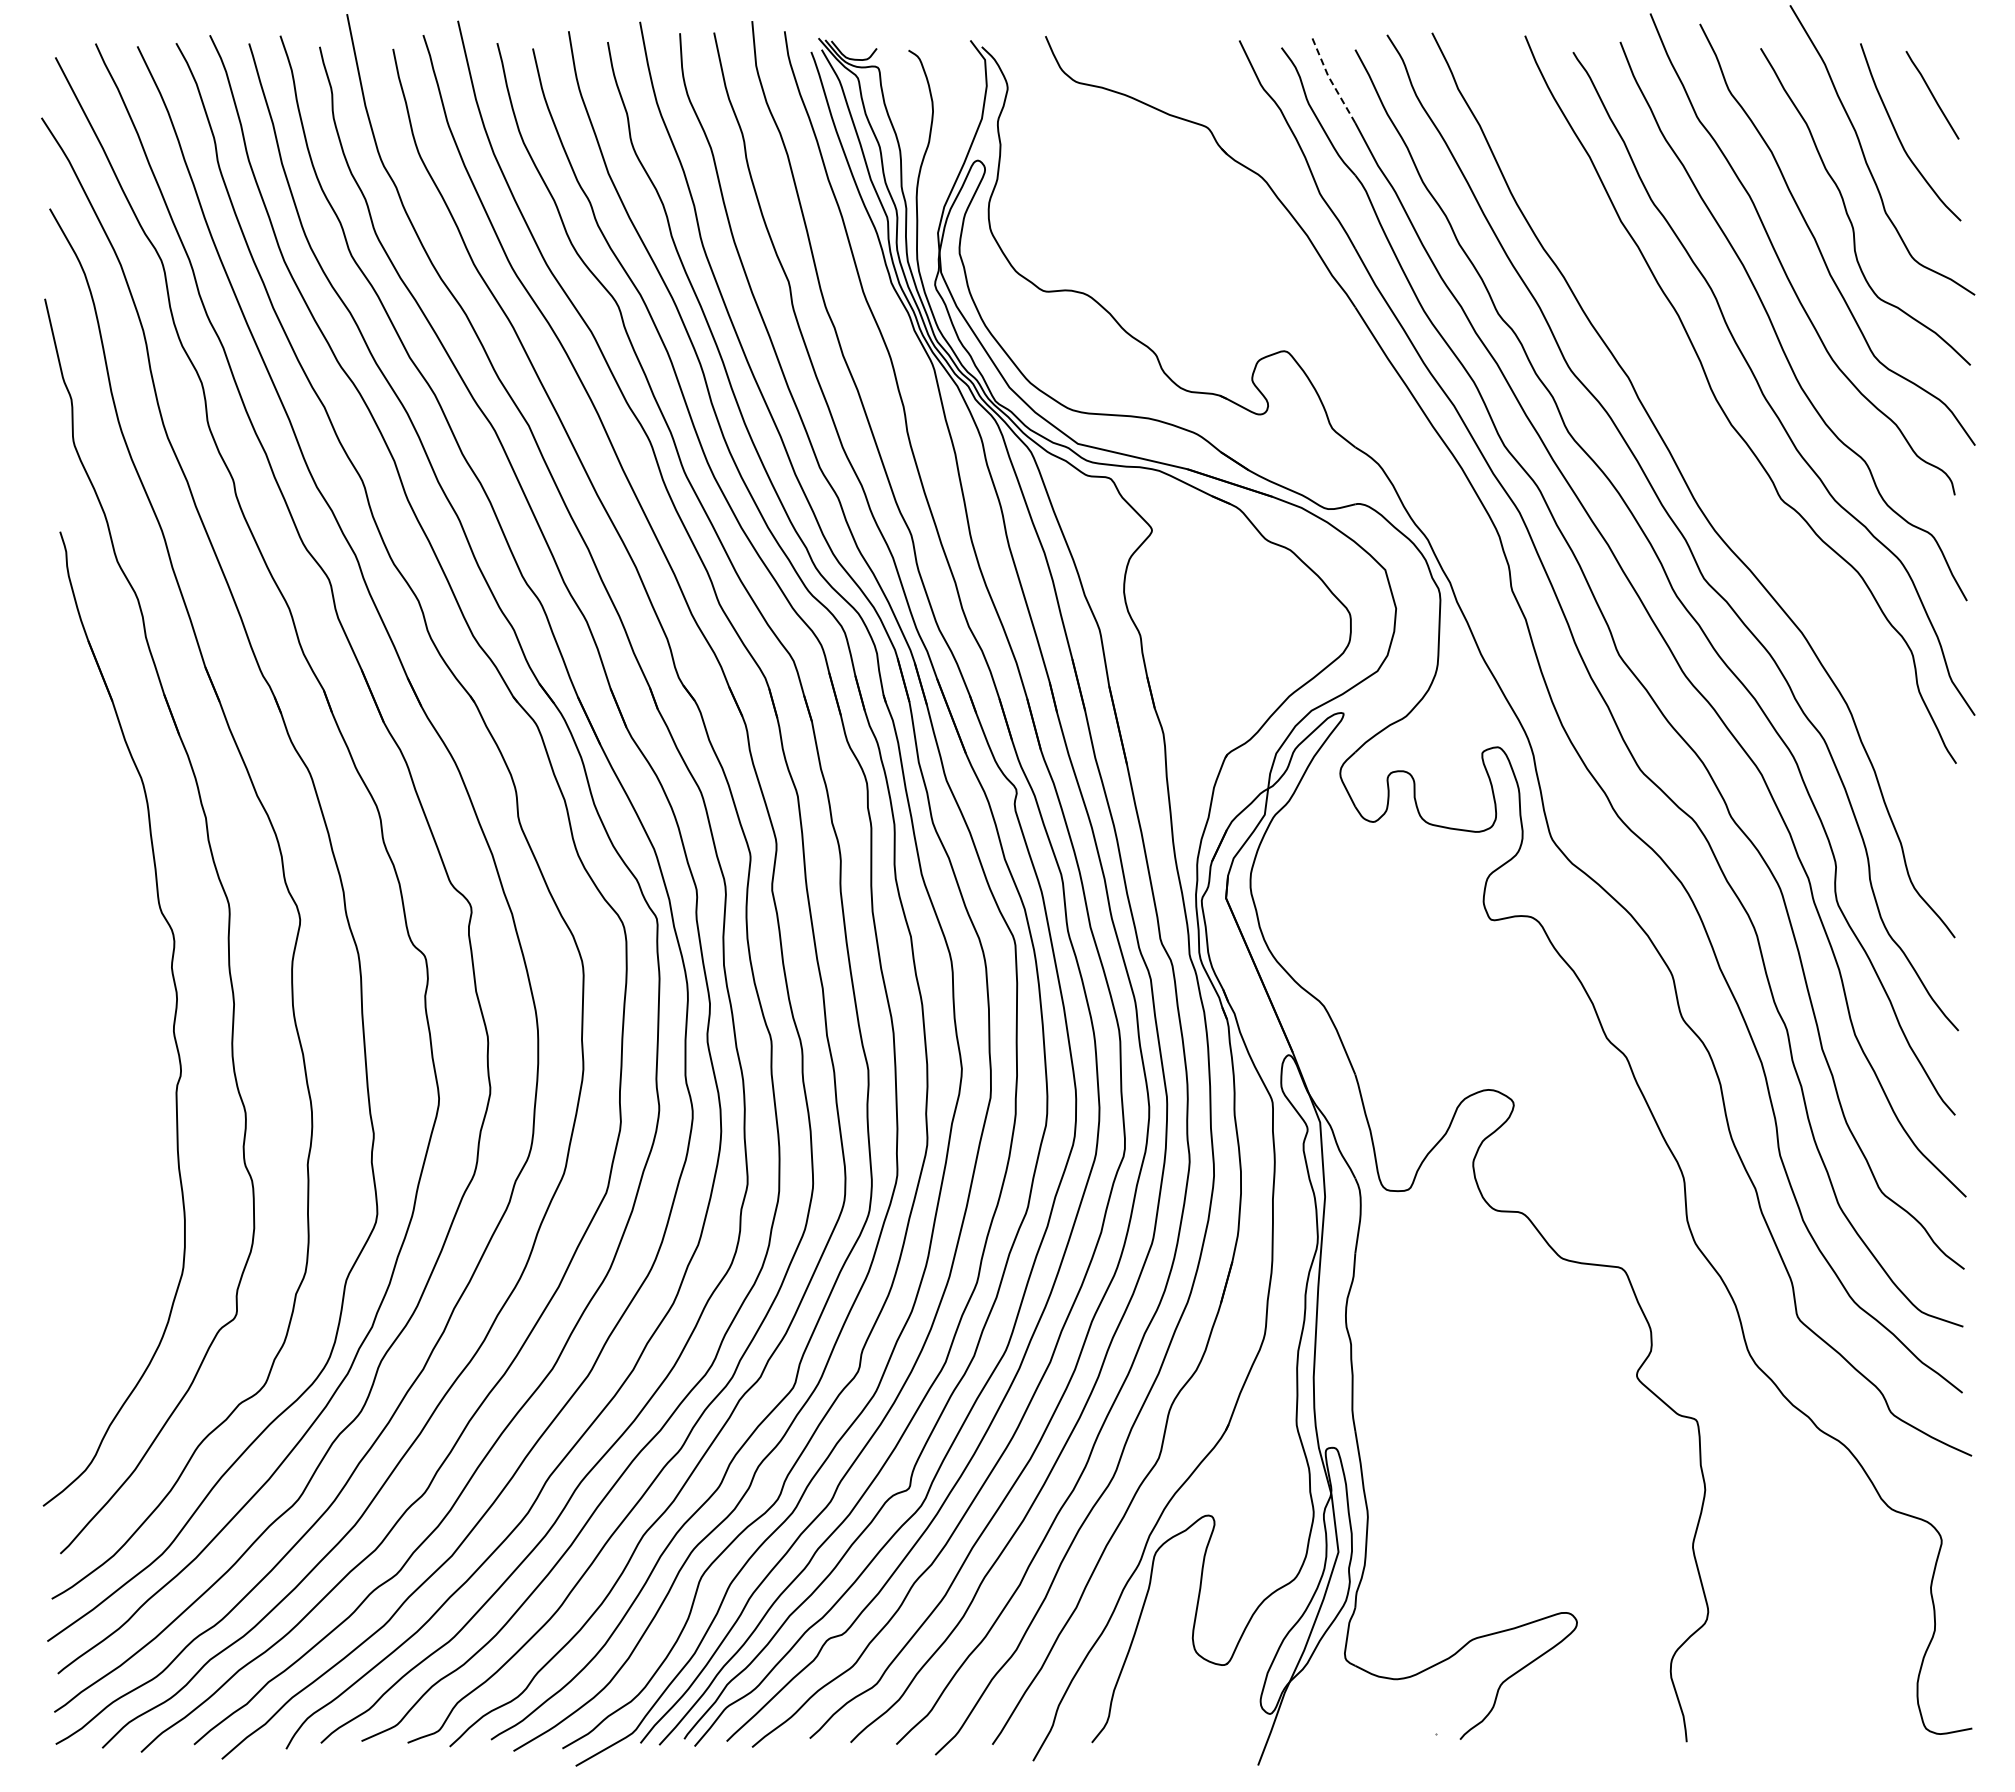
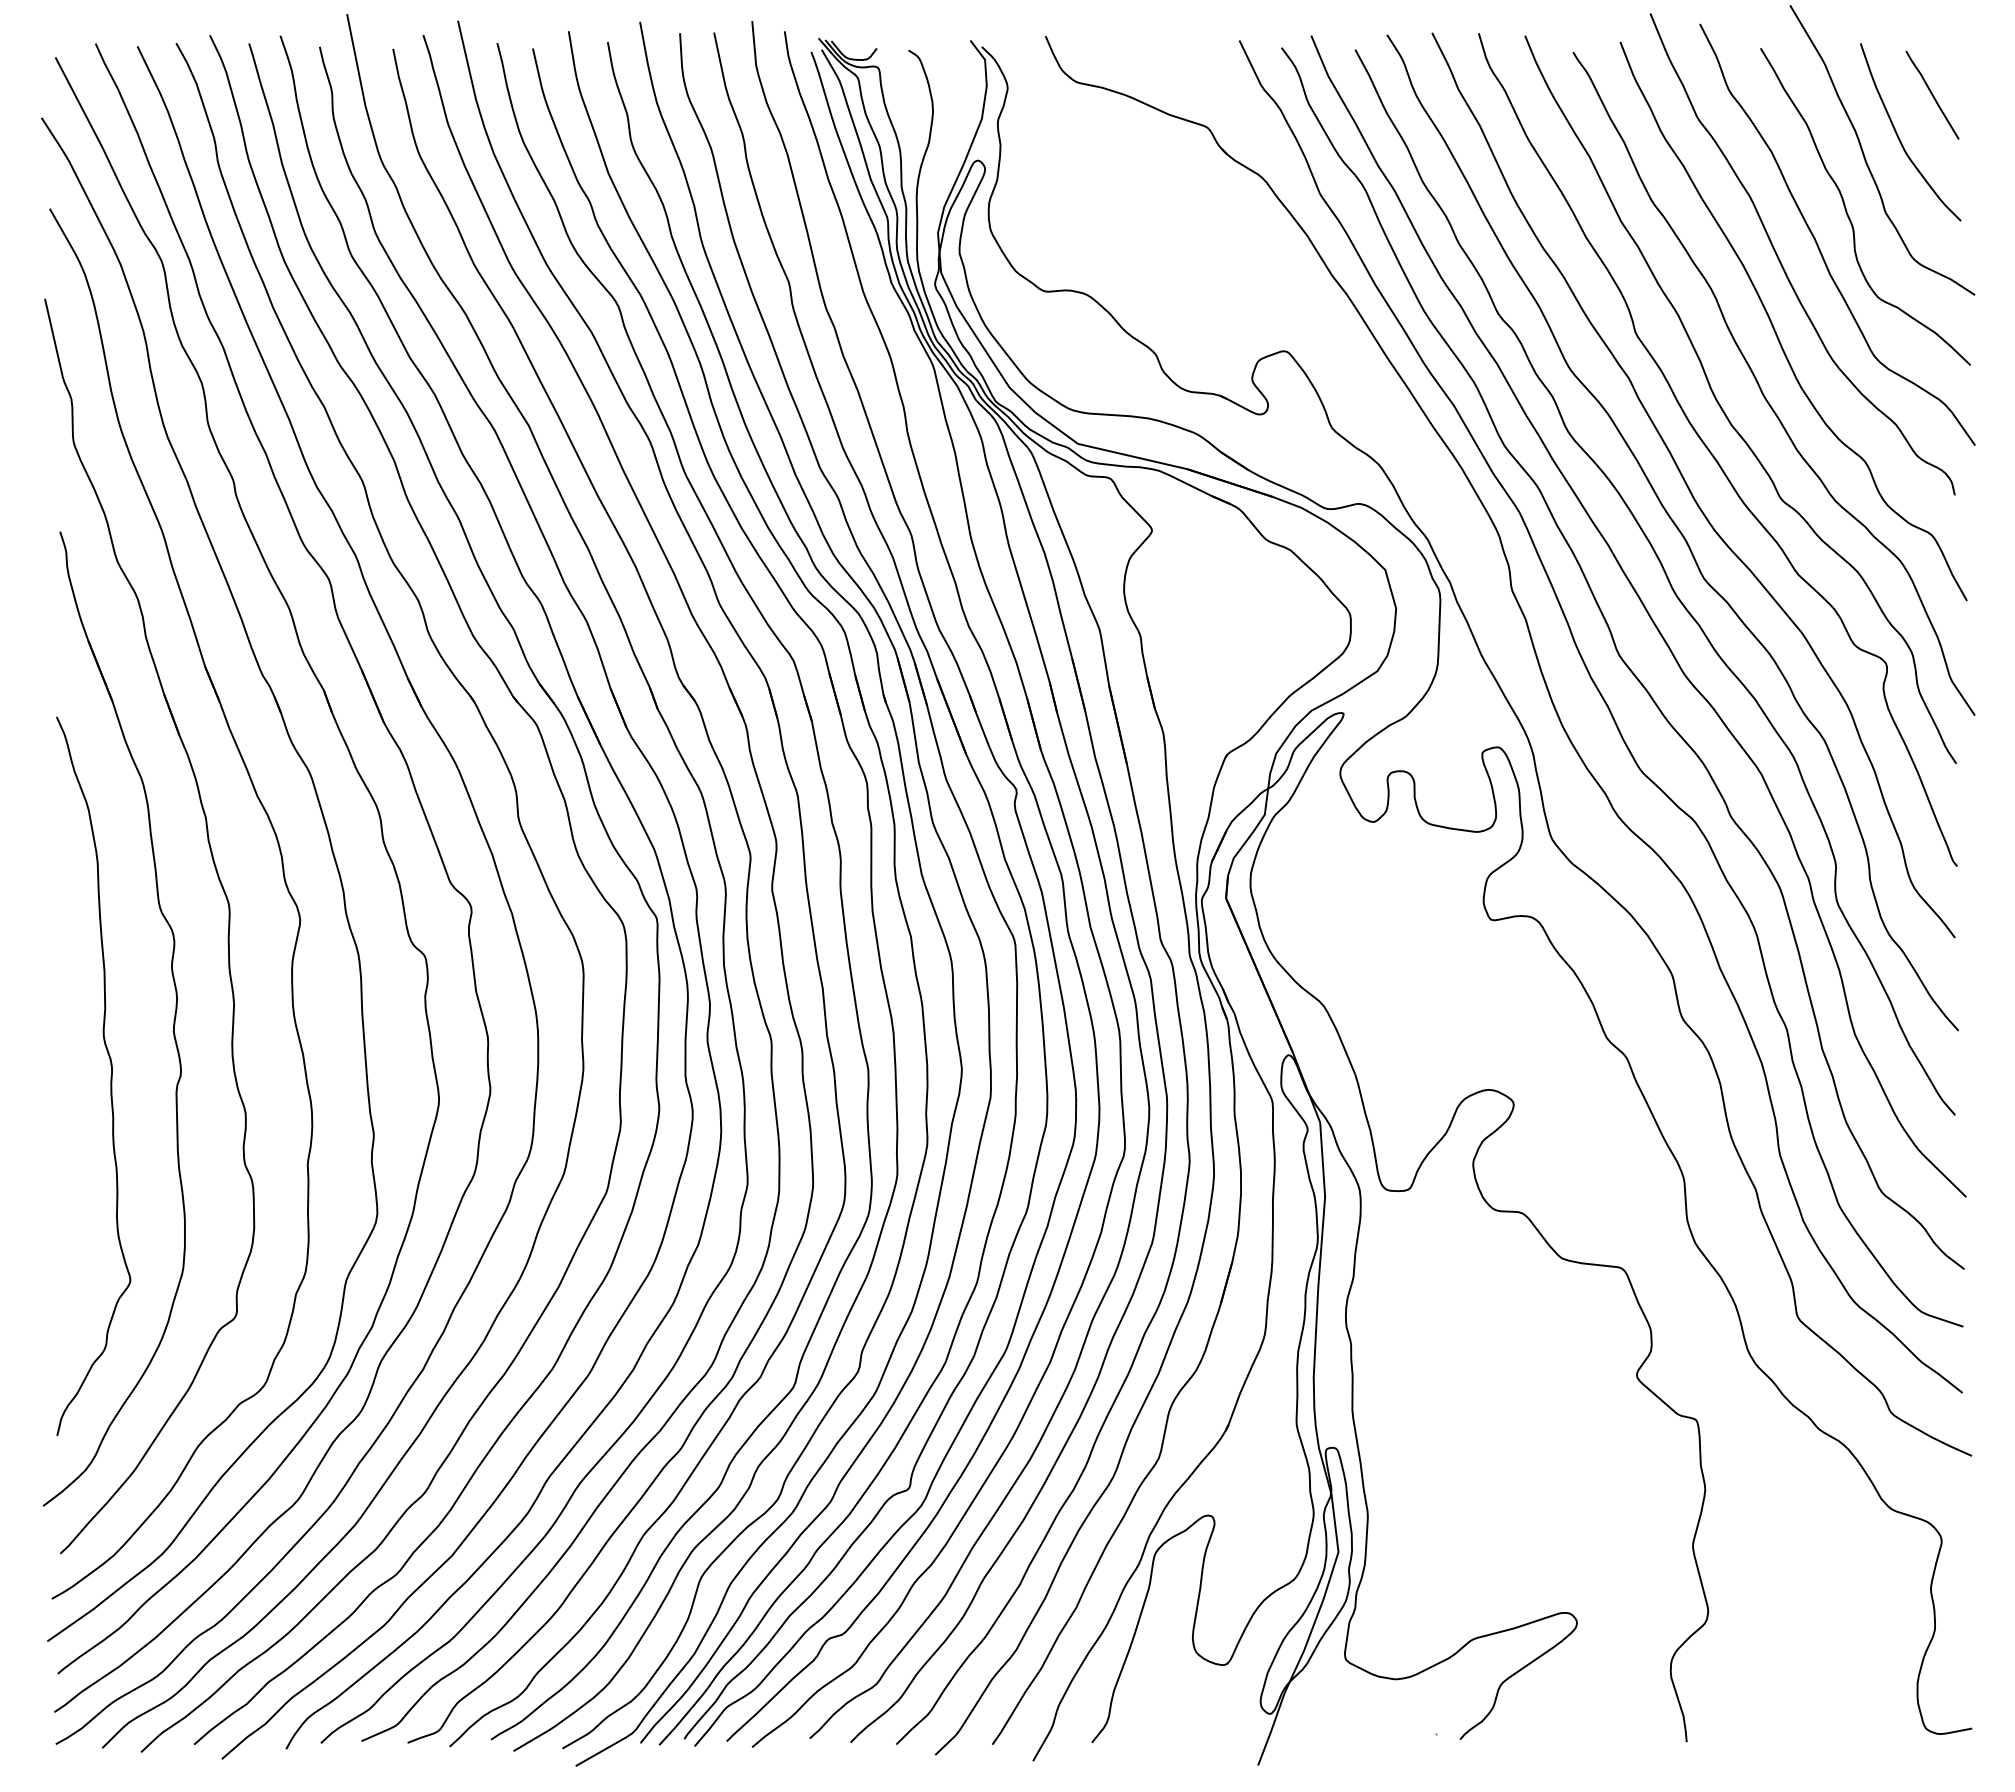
line at (1330, 79): dashed -> solid
curve at (1712, 453): none -> present
curve at (110, 1076): none -> present
